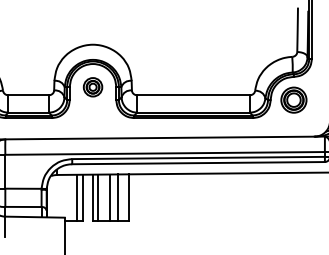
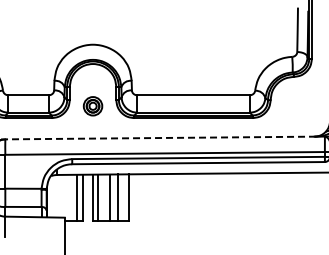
part at (92, 87) position: (92, 87) -> (92, 106)
part at (293, 99): present -> none
line at (157, 138): solid -> dashed
